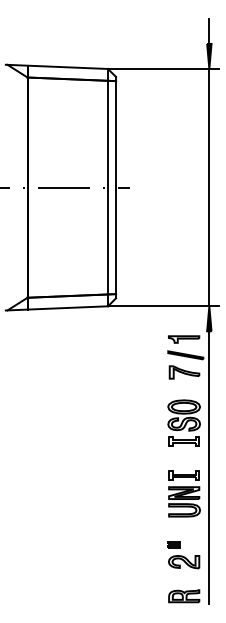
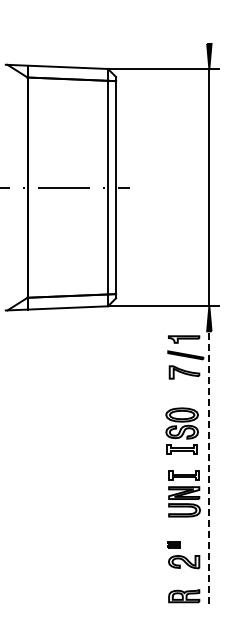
line at (209, 30): present -> none
part at (183, 422) position: (183, 422) -> (181, 430)
line at (209, 467): solid -> dashed
